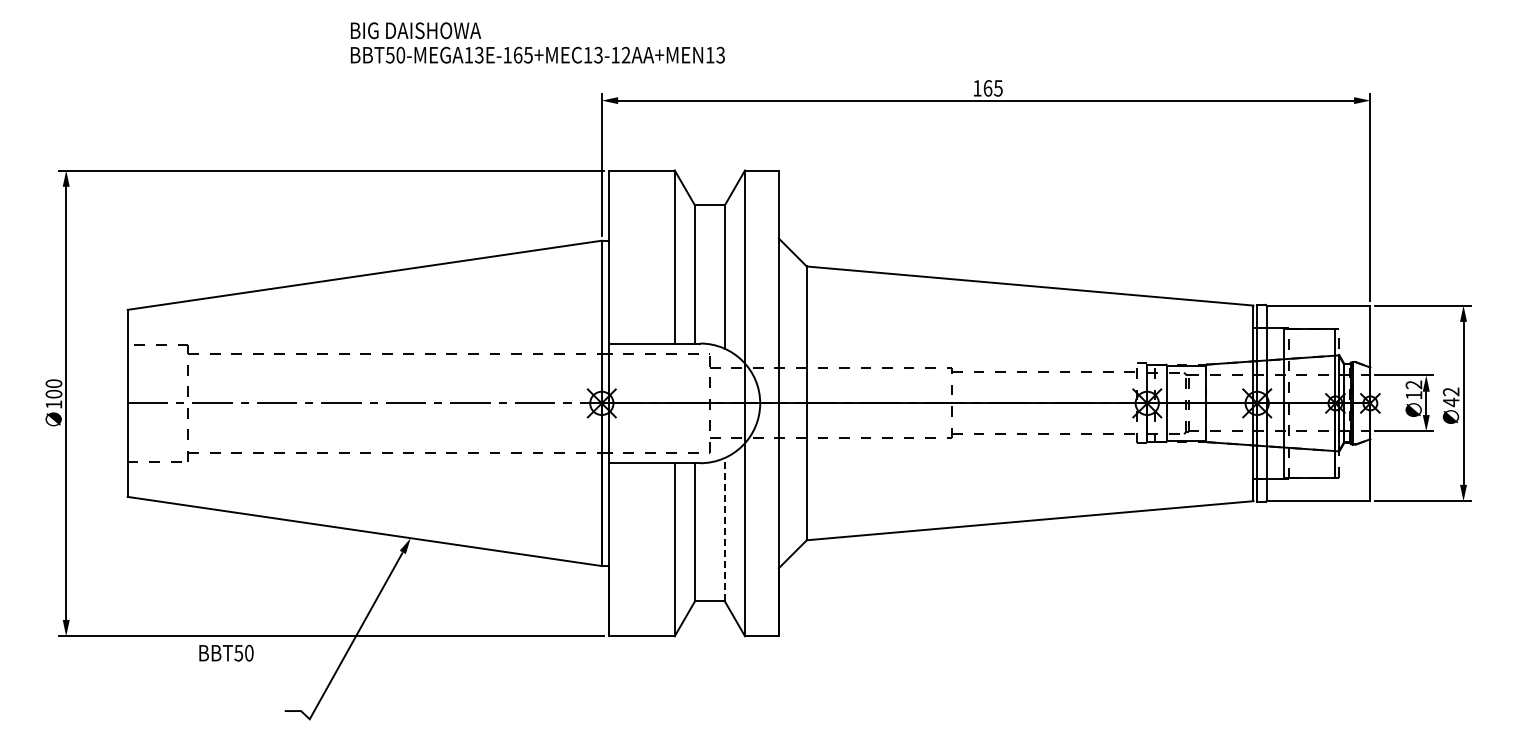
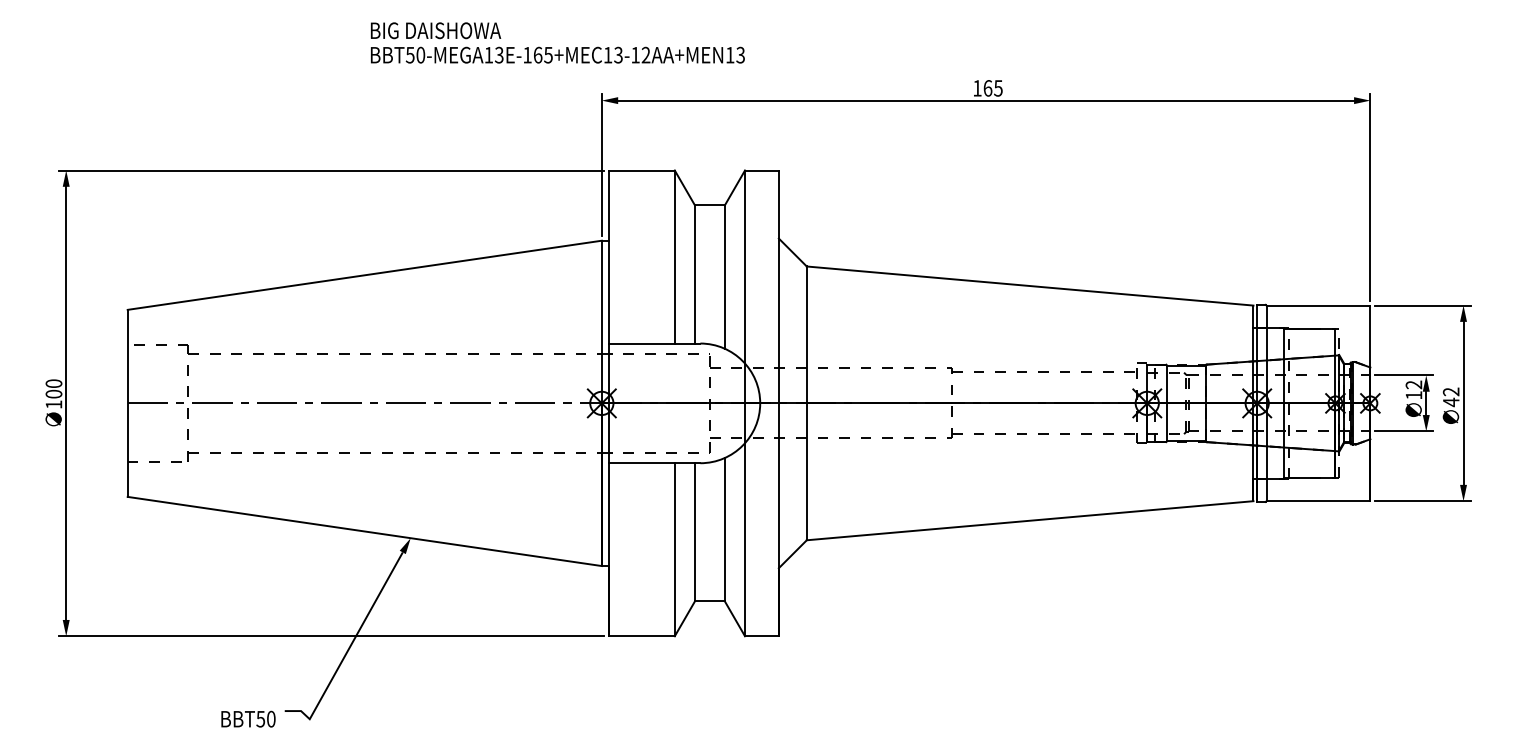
text at (537, 42) position: (537, 42) -> (557, 42)
line at (724, 529): dashed -> solid
text at (226, 652) position: (226, 652) -> (248, 718)
